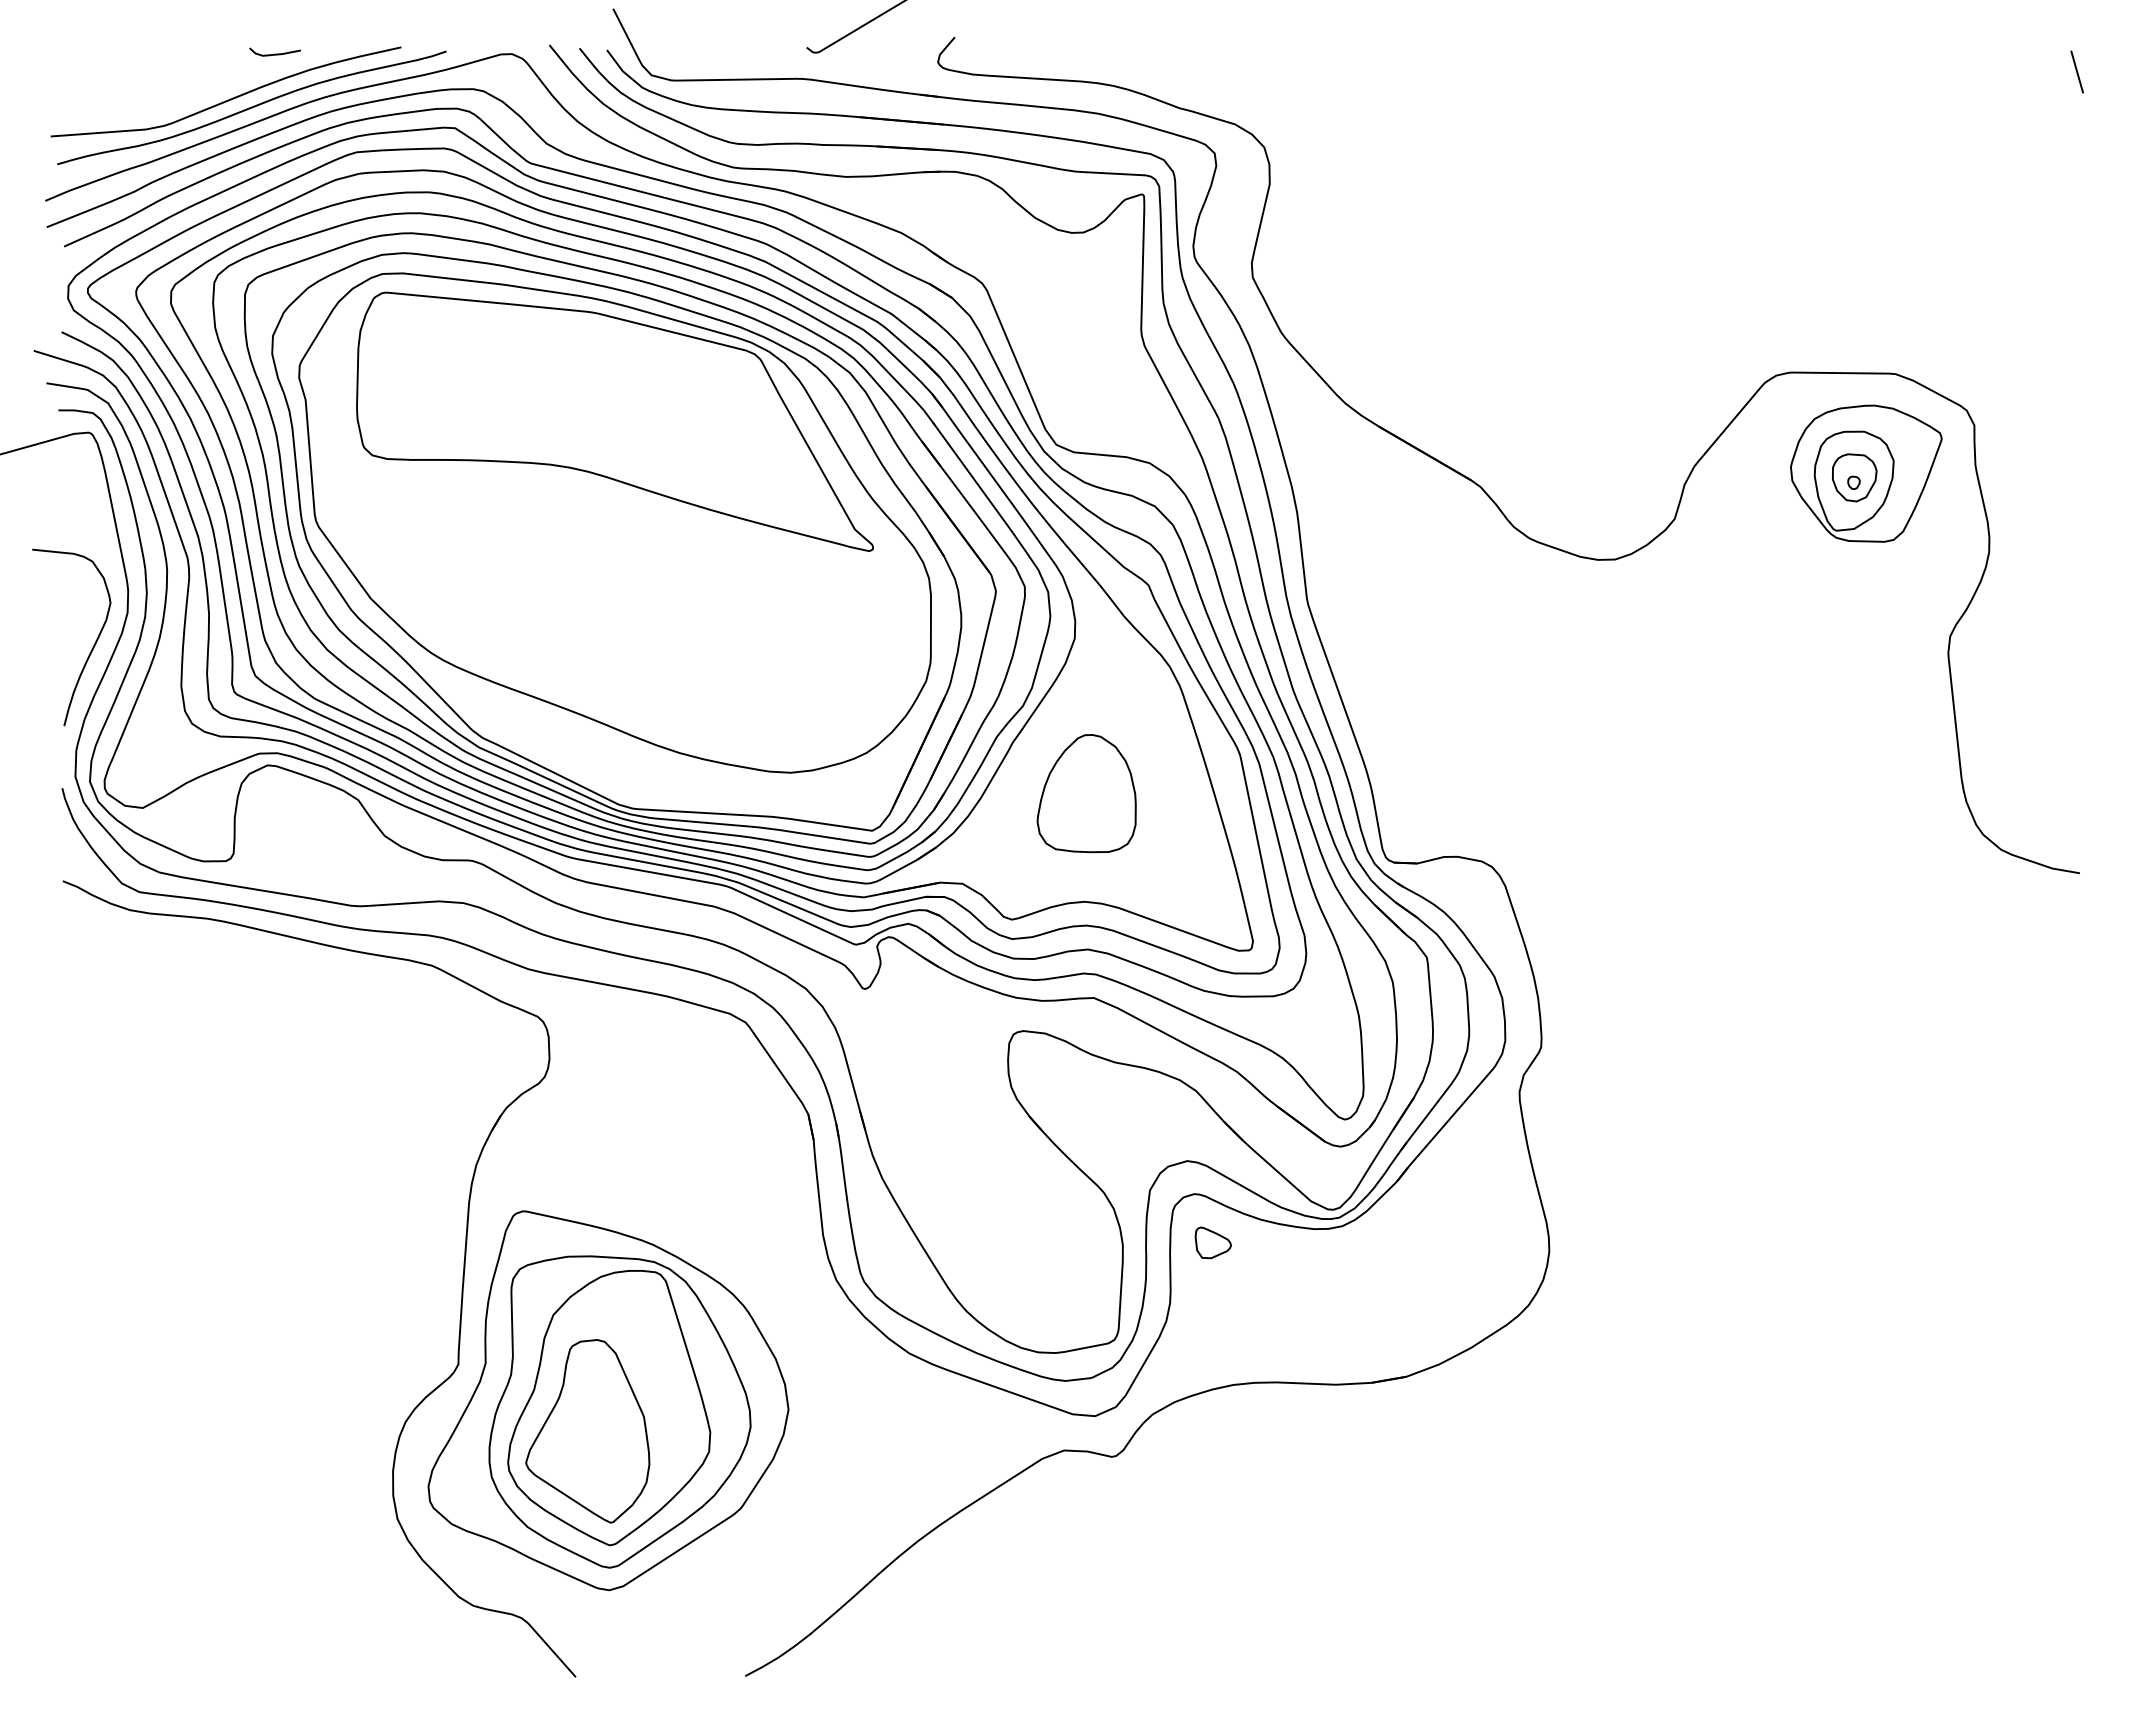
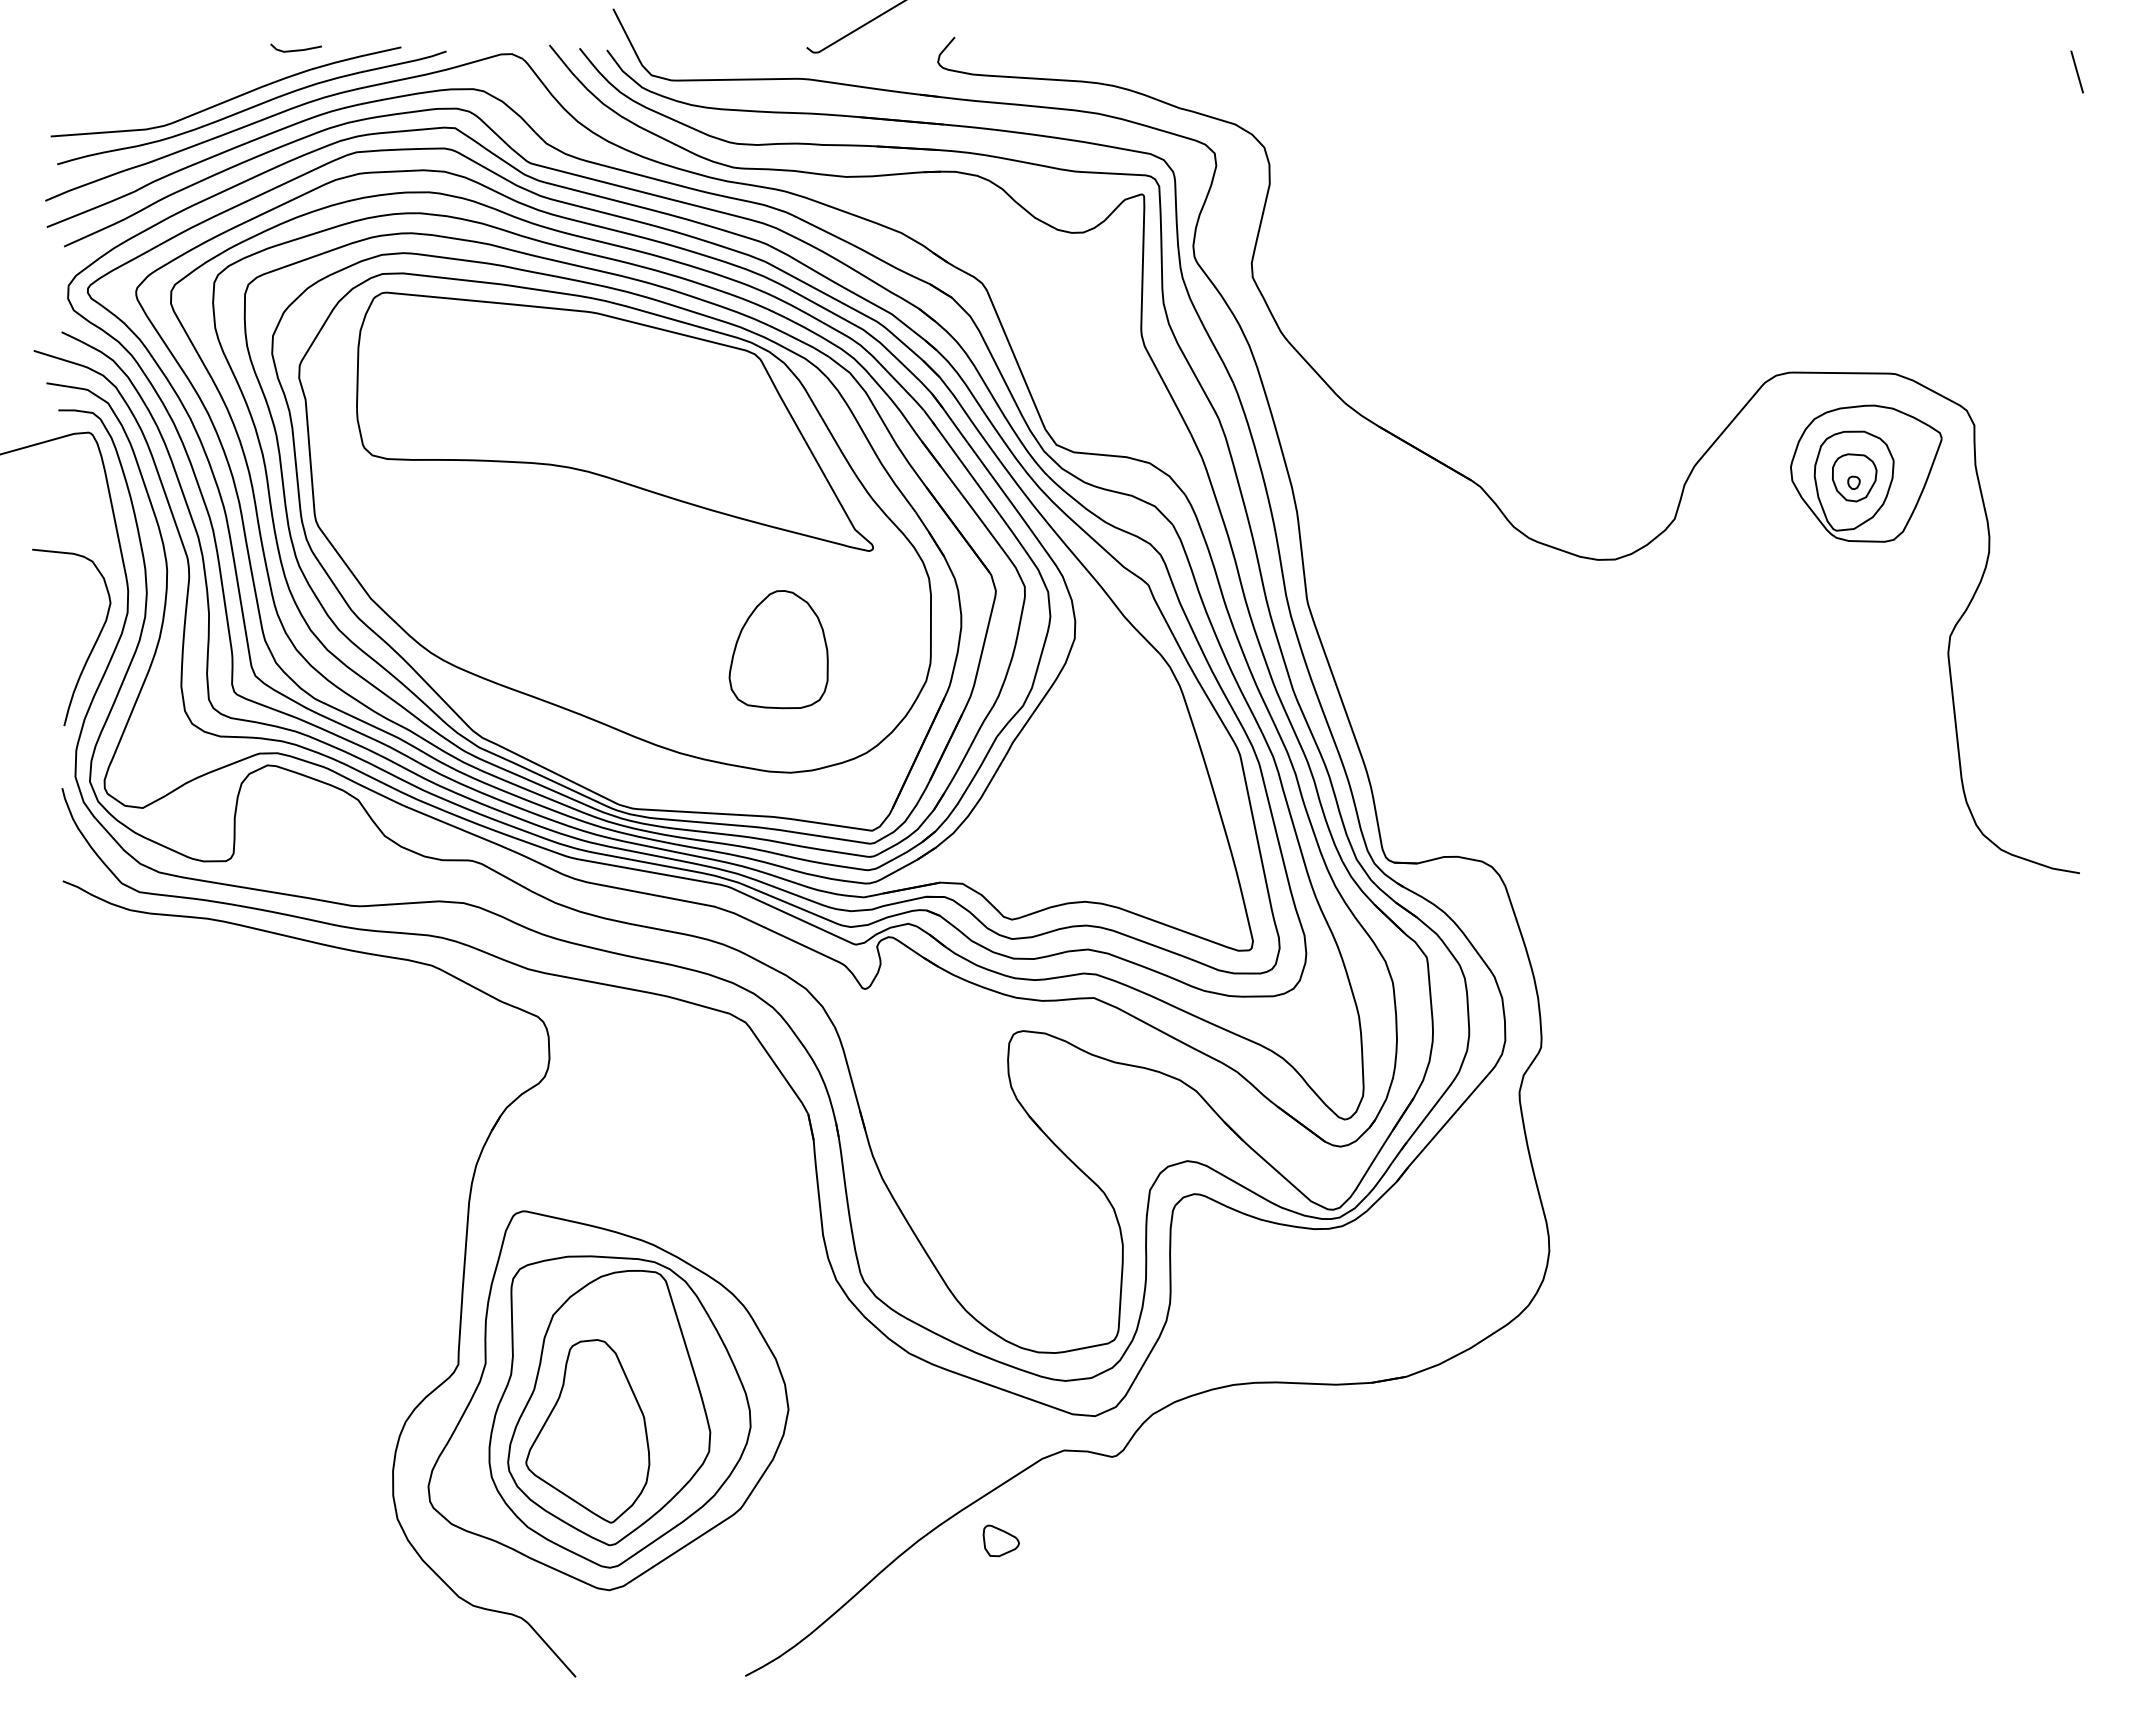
line at (274, 53) position: (274, 53) -> (295, 49)
part at (1086, 793) position: (1086, 793) -> (778, 649)
part at (1212, 1242) position: (1212, 1242) -> (1000, 1540)
